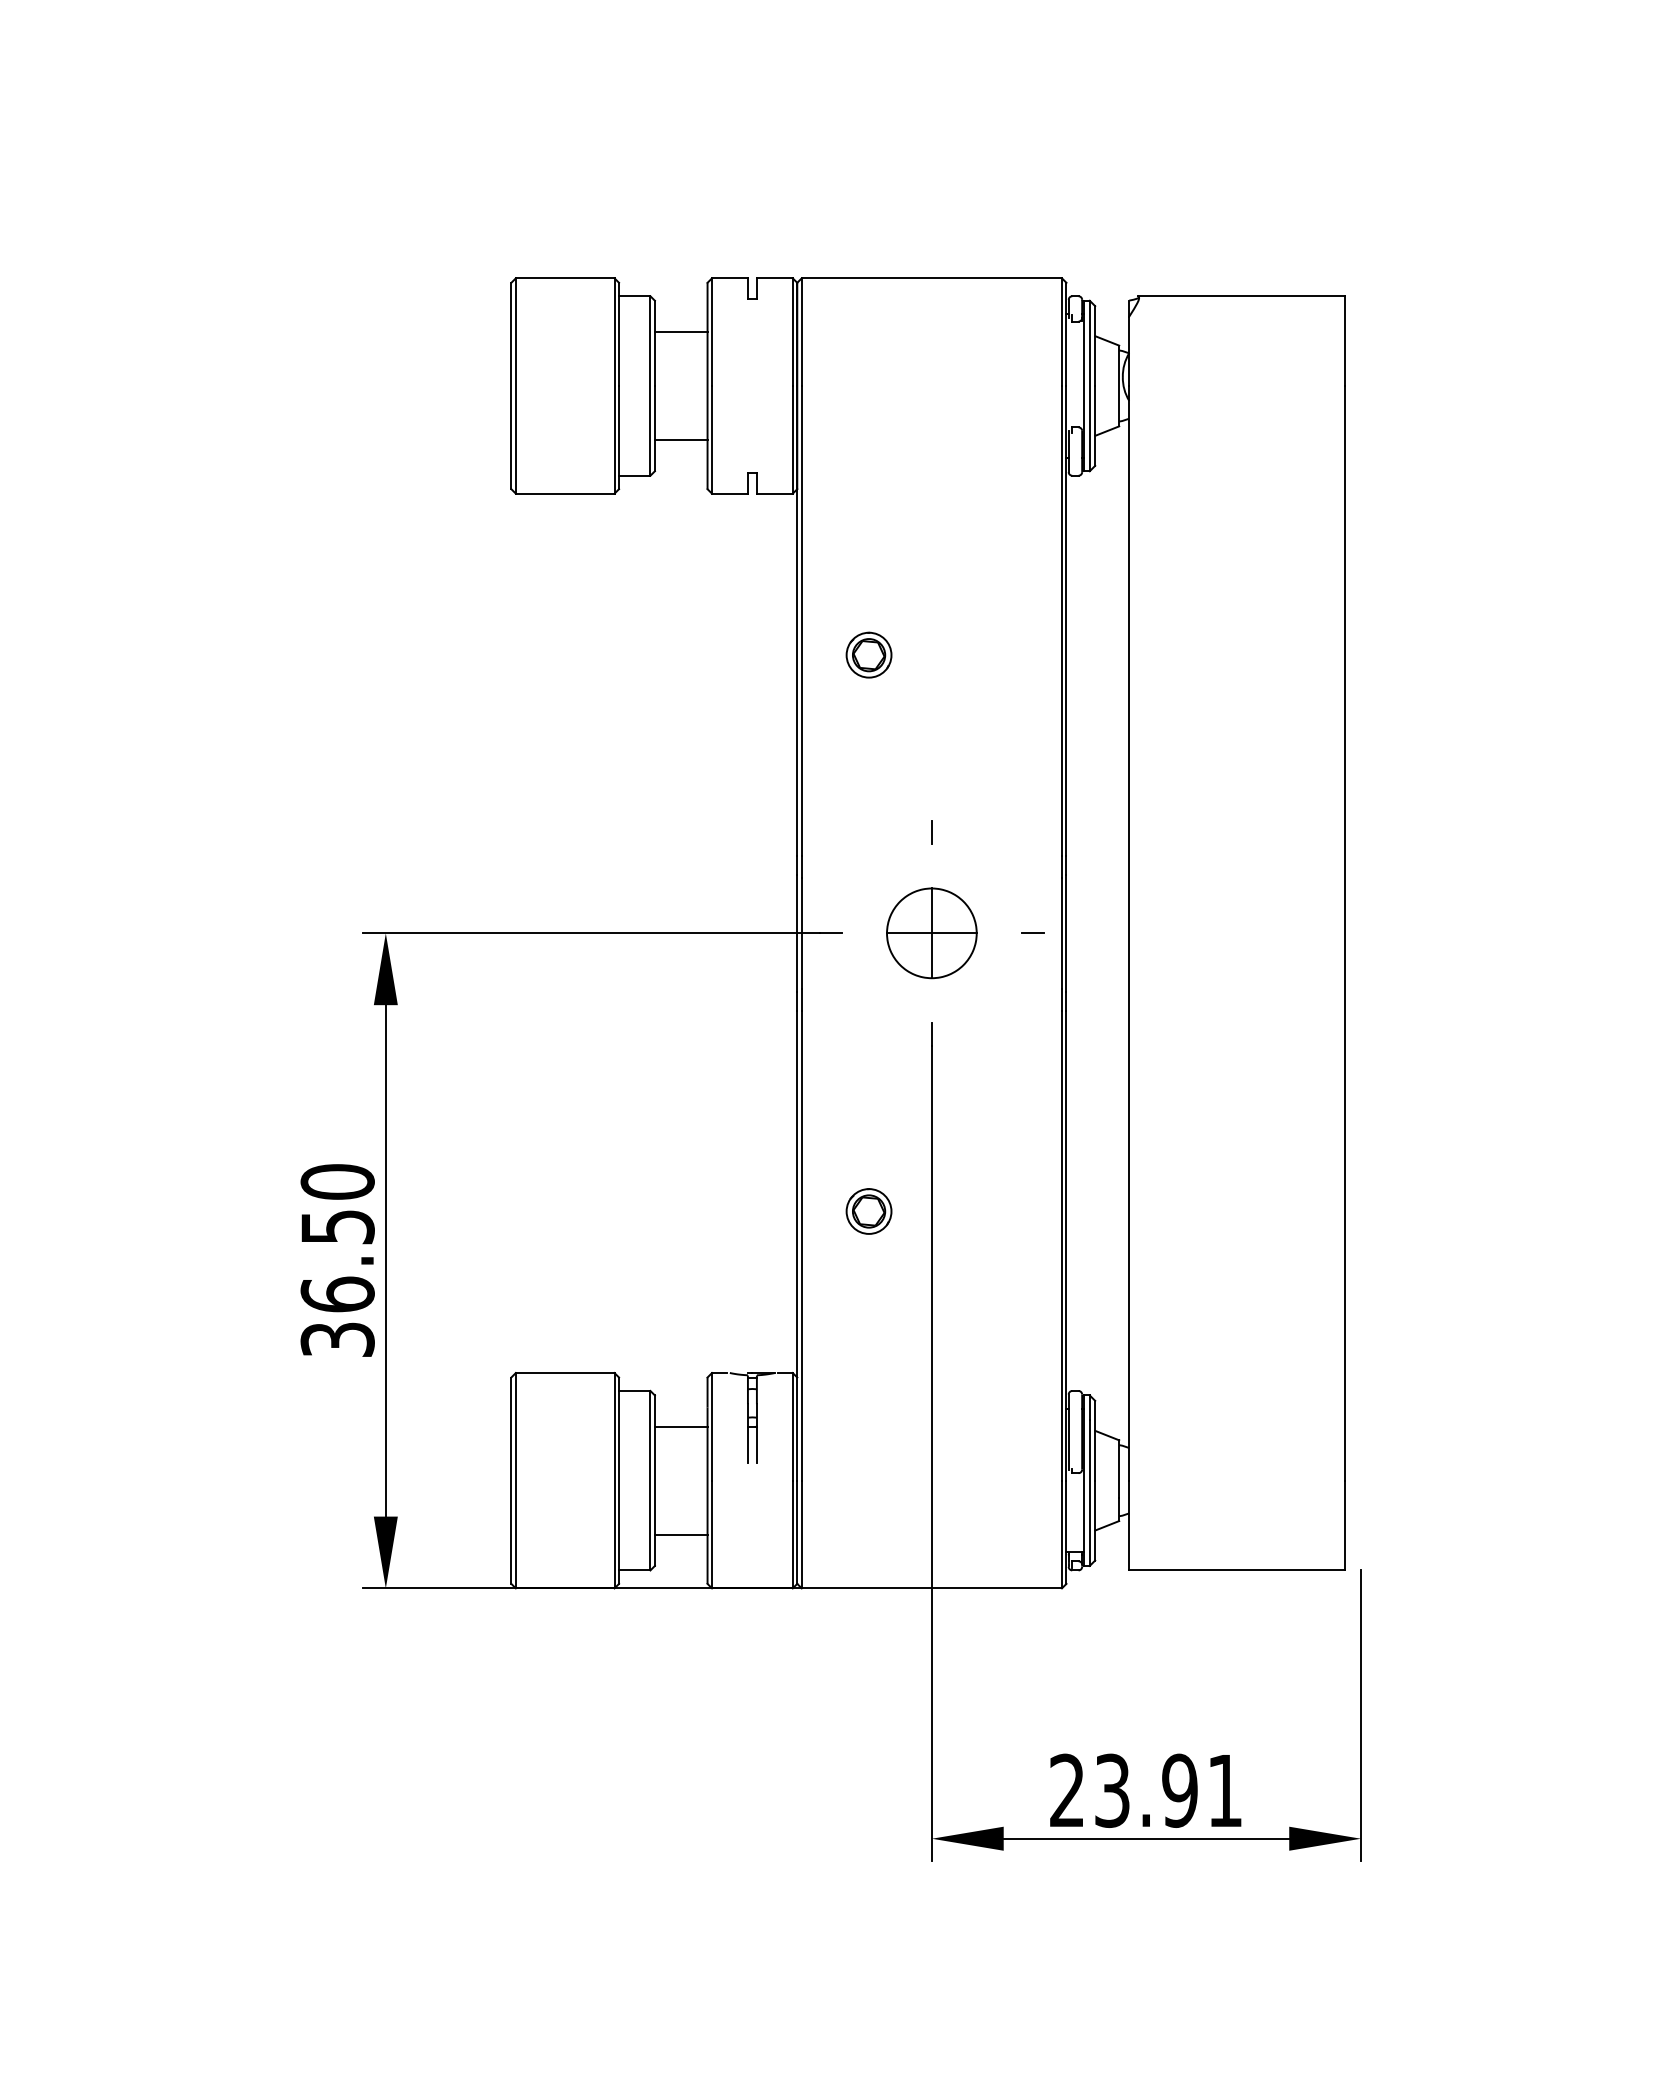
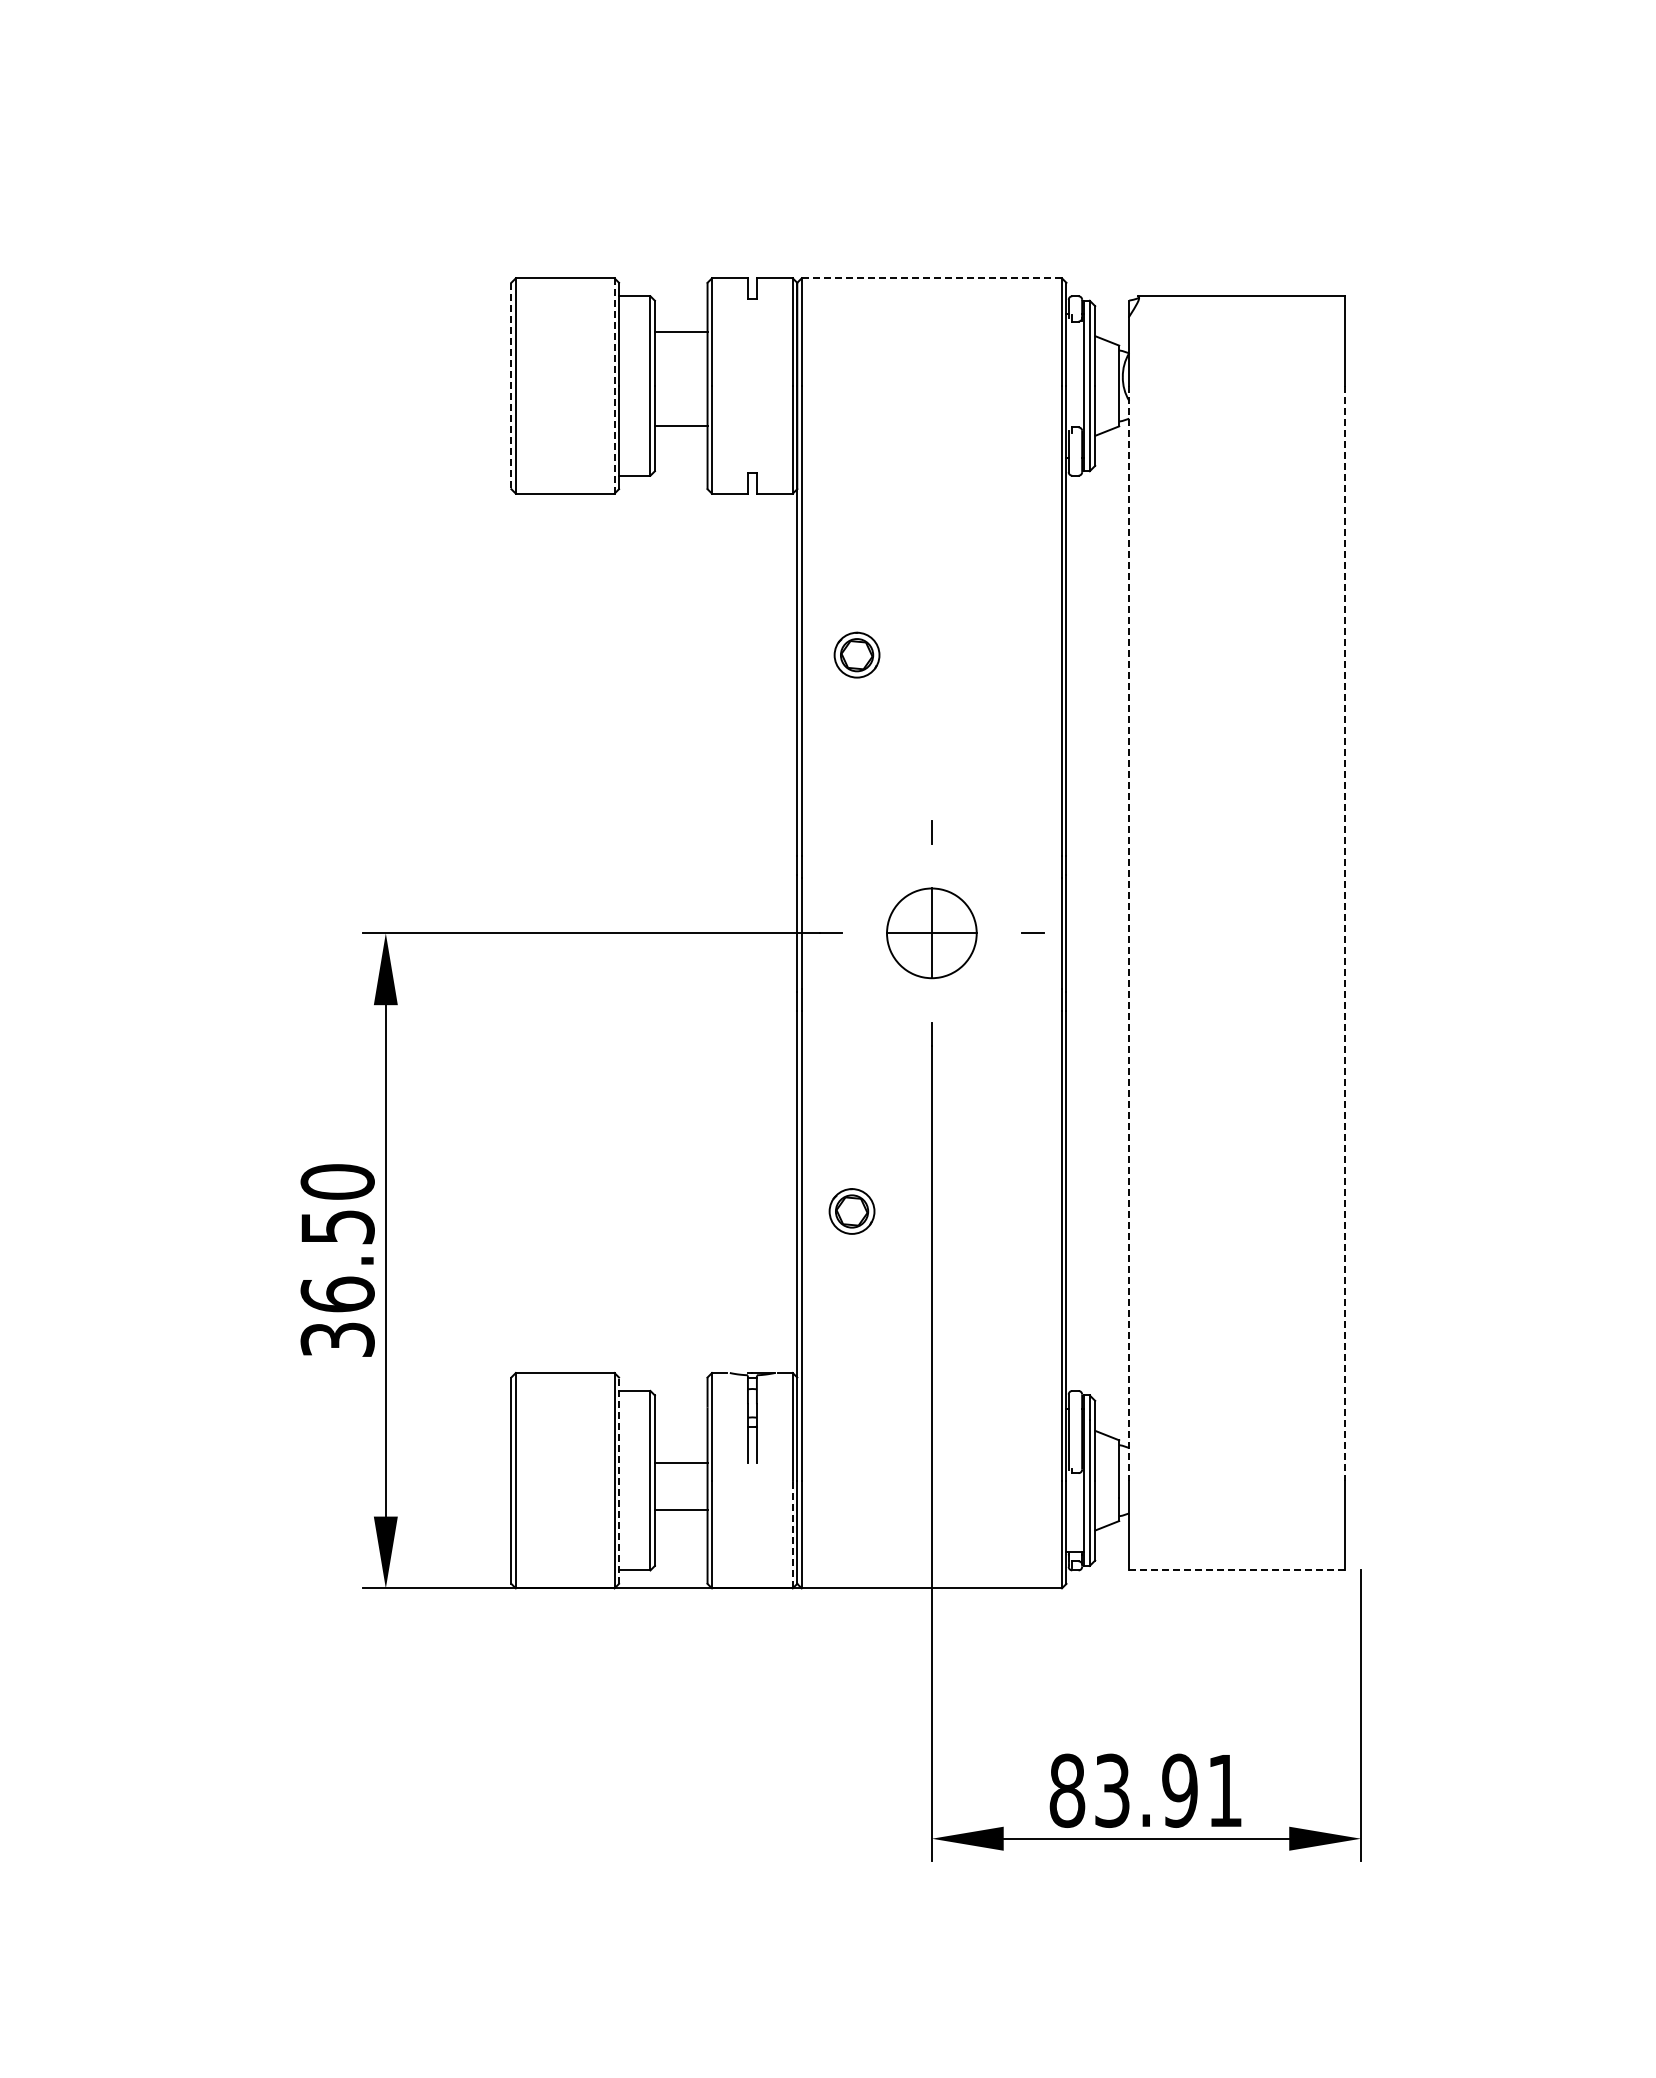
line at (931, 278): solid -> dashed
line at (511, 386): solid -> dashed
line at (614, 386): solid -> dashed
line at (680, 439) position: (680, 439) -> (680, 425)
part at (868, 654) position: (868, 654) -> (856, 654)
line at (1129, 933): solid -> dashed
line at (1344, 933): solid -> dashed
part at (868, 1211) position: (868, 1211) -> (851, 1211)
line at (680, 1426) position: (680, 1426) -> (680, 1462)
line at (619, 1480): solid -> dashed
line at (680, 1534) position: (680, 1534) -> (680, 1509)
line at (792, 1534): solid -> dashed
line at (1236, 1570): solid -> dashed
text at (1067, 1790): 23.91 -> 83.91
